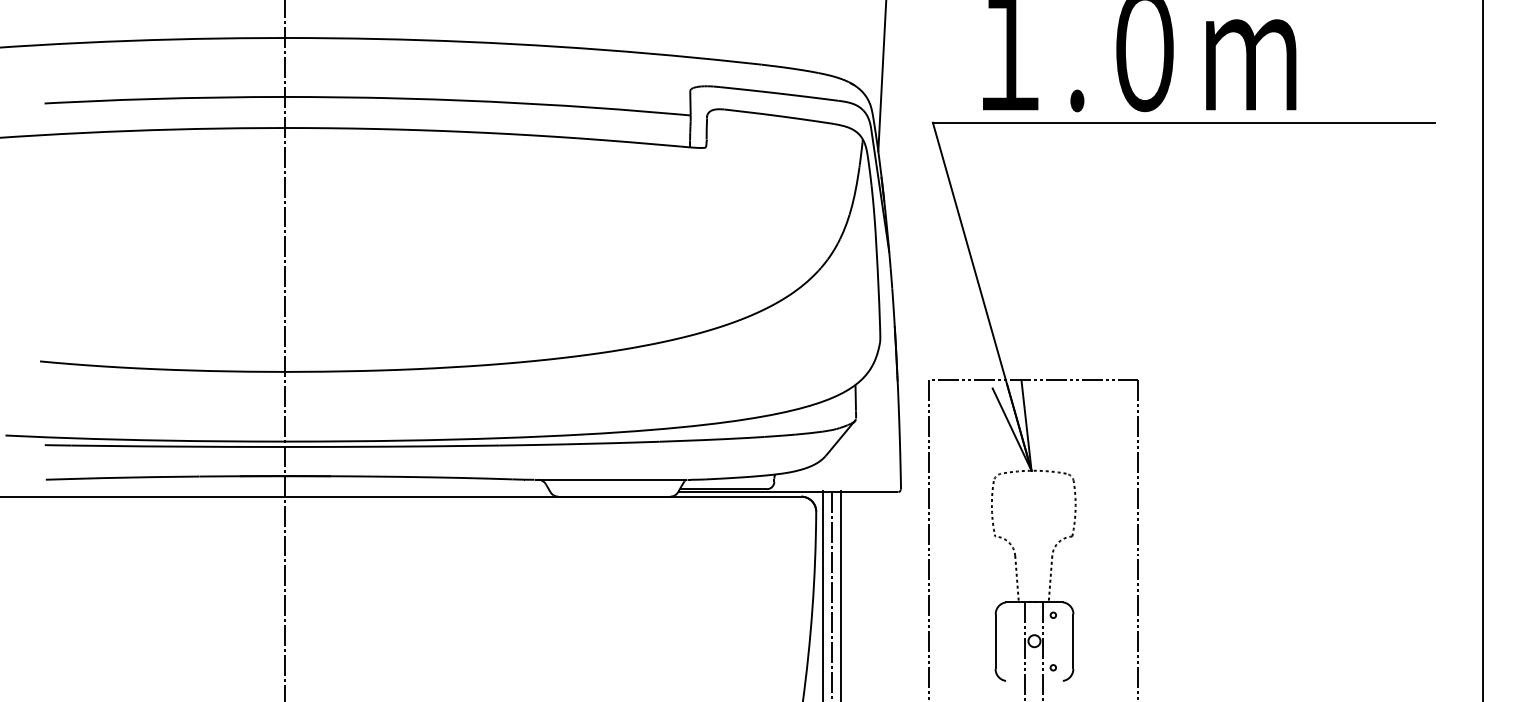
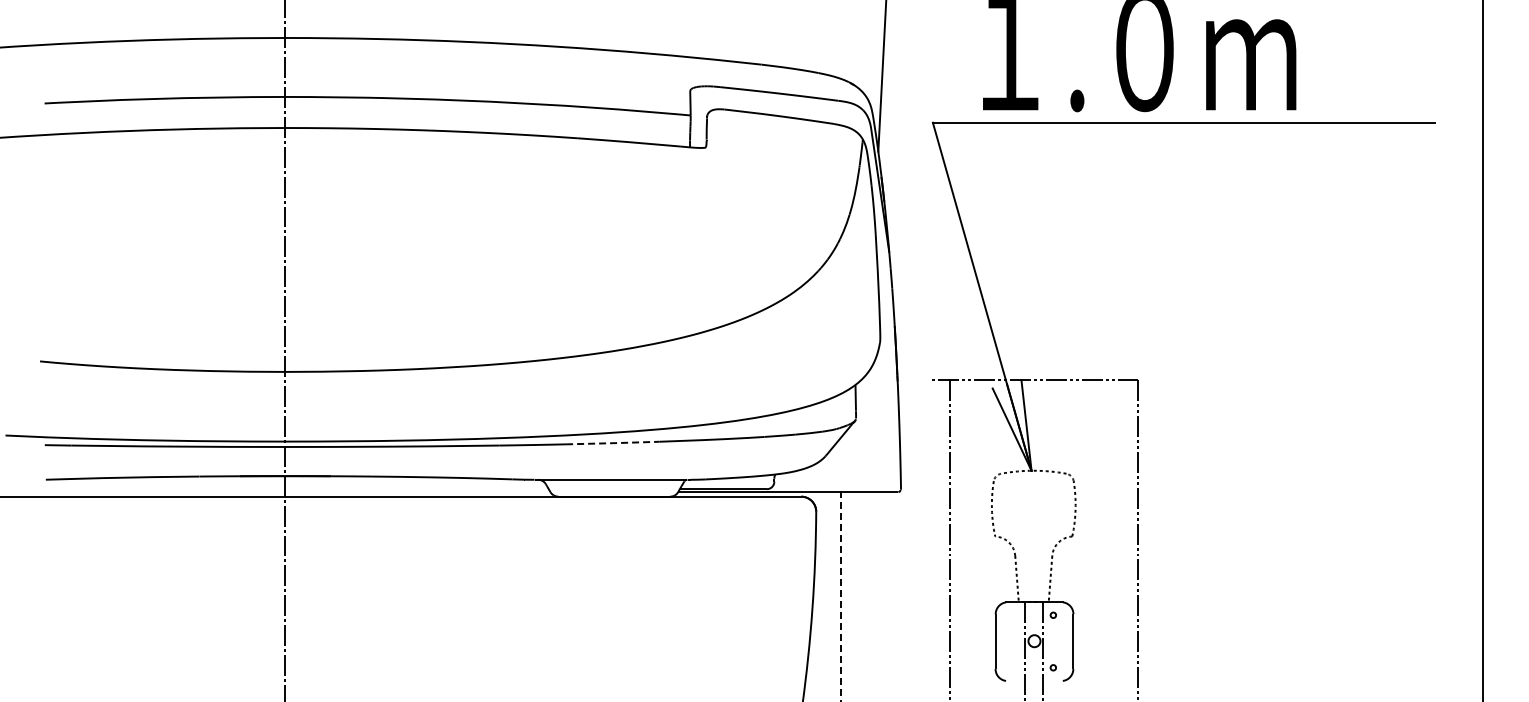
line at (613, 443): solid -> dashed
line at (929, 539) position: (929, 539) -> (950, 539)
line at (823, 594): present -> none
line at (832, 595): present -> none
line at (841, 596): solid -> dashed
